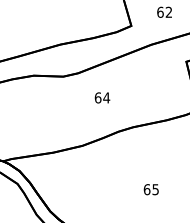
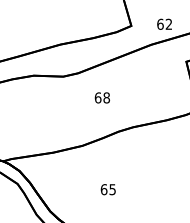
text at (164, 11) position: (164, 11) -> (164, 23)
text at (106, 97): 64 -> 68
text at (150, 189) position: (150, 189) -> (107, 189)
